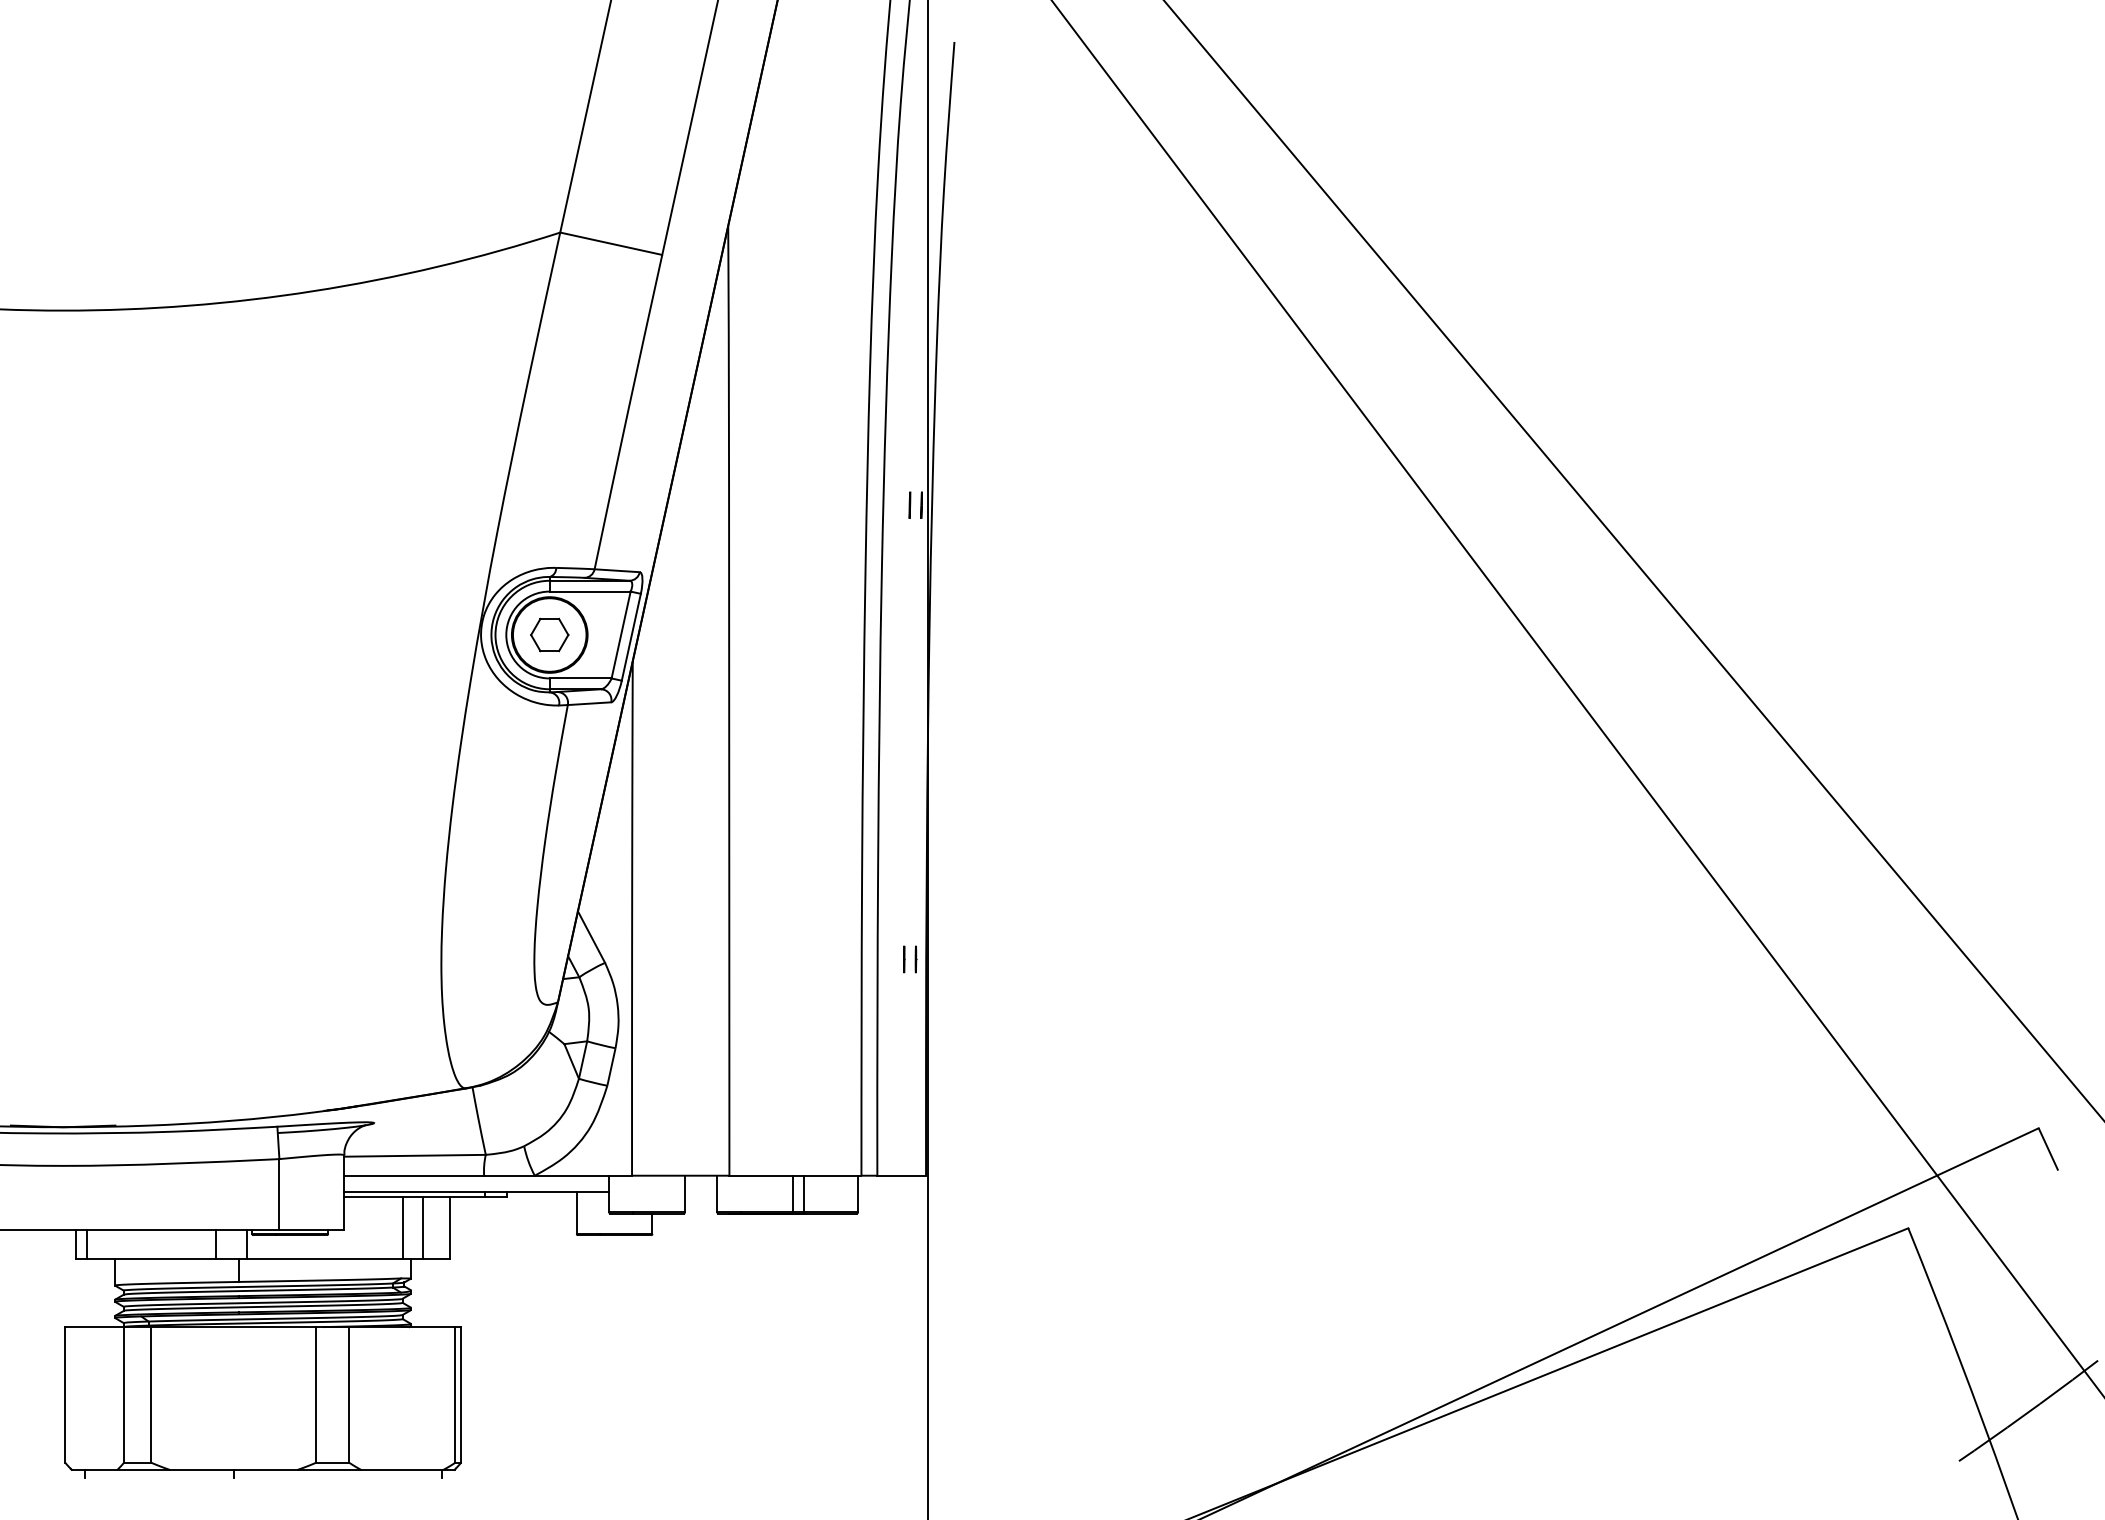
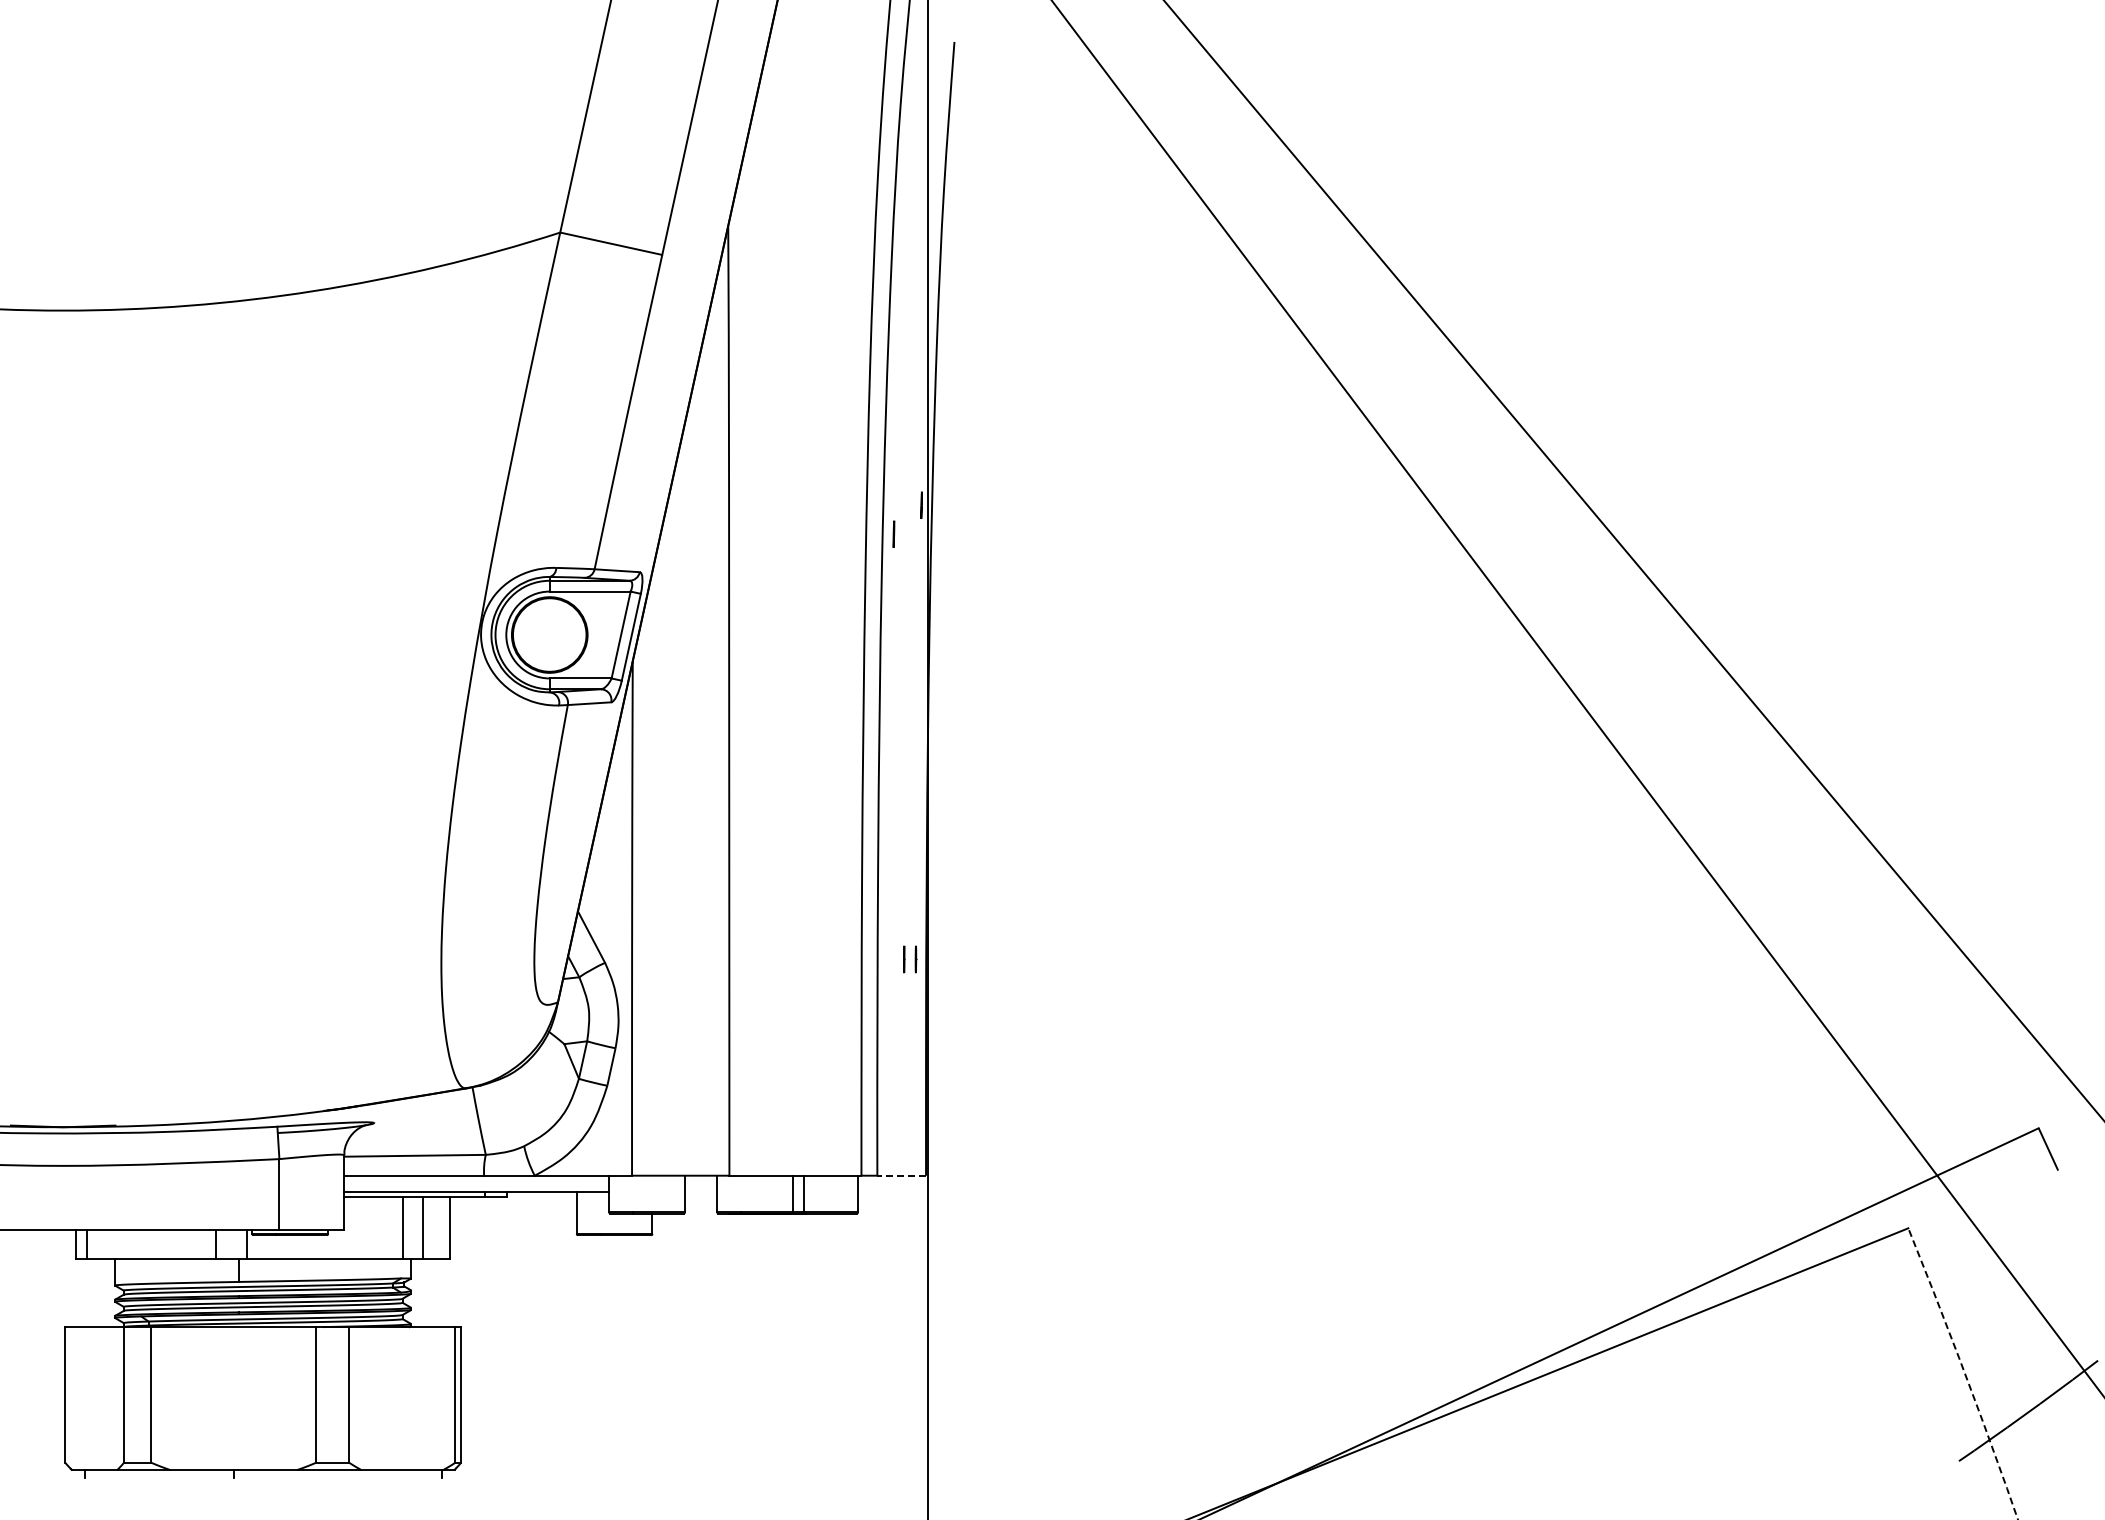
line at (909, 504) position: (909, 504) -> (893, 533)
part at (549, 634): present -> none
line at (901, 1175): solid -> dashed
arc at (1964, 1372): solid -> dashed
